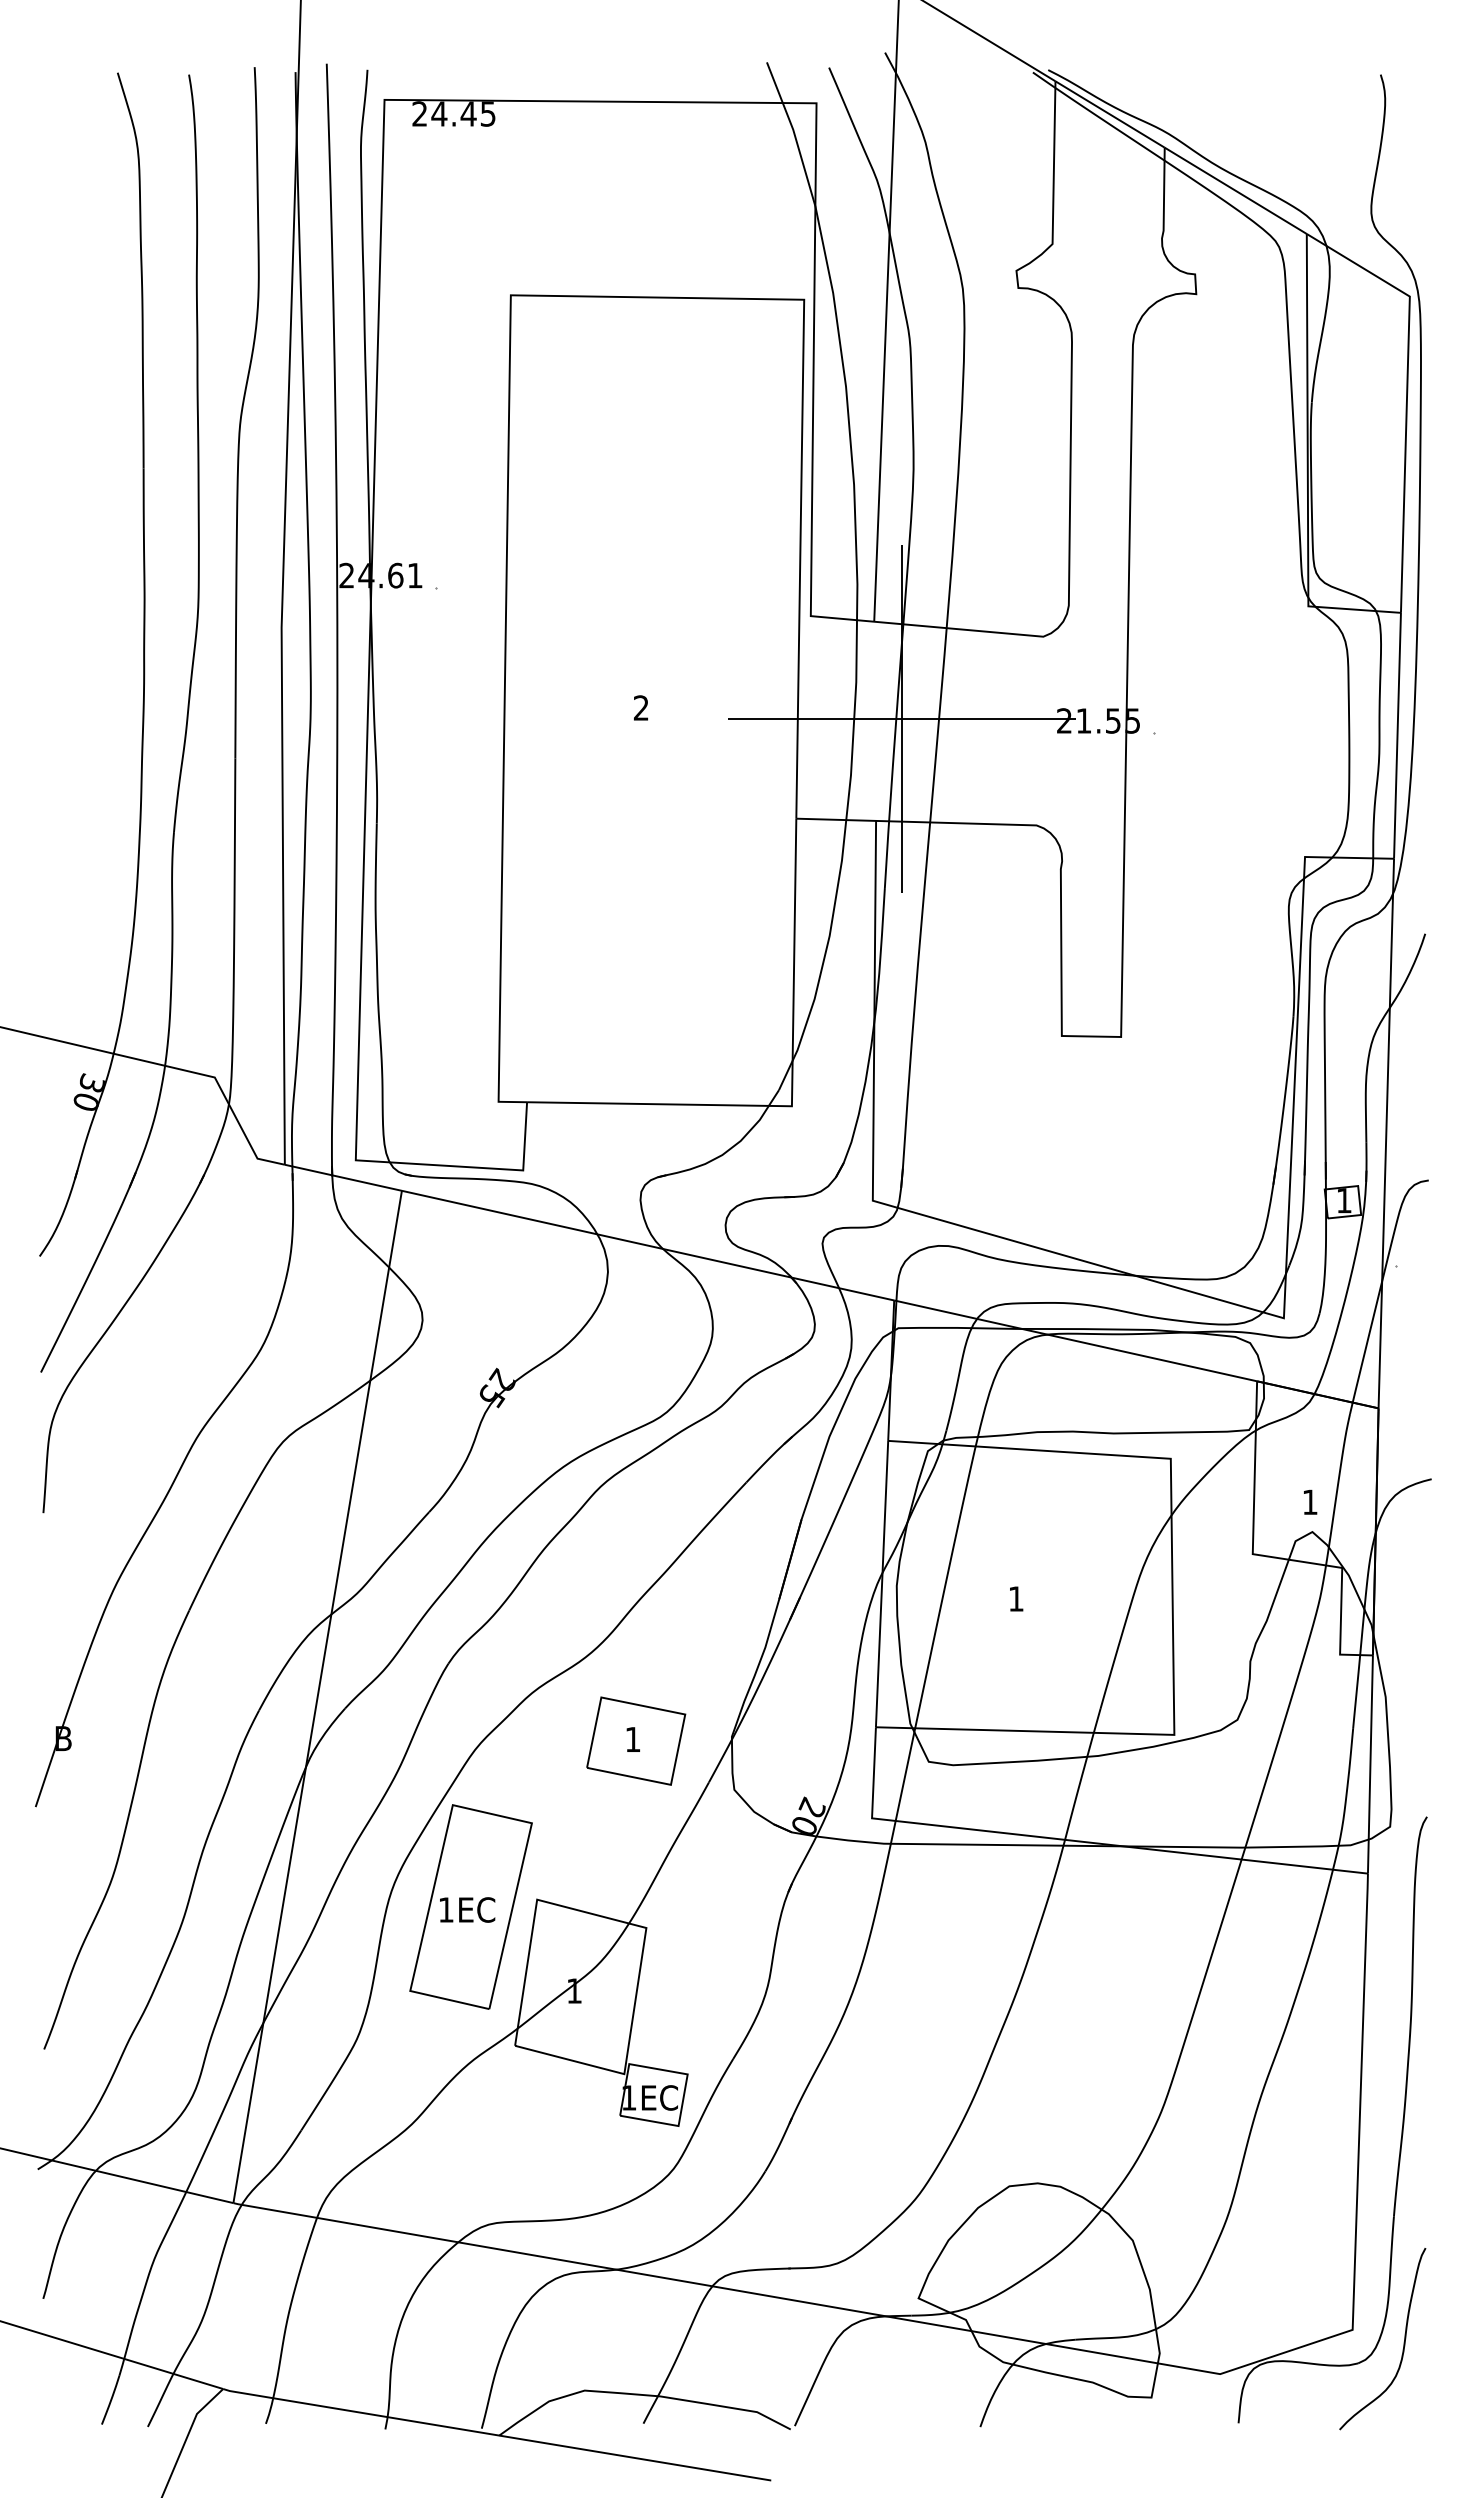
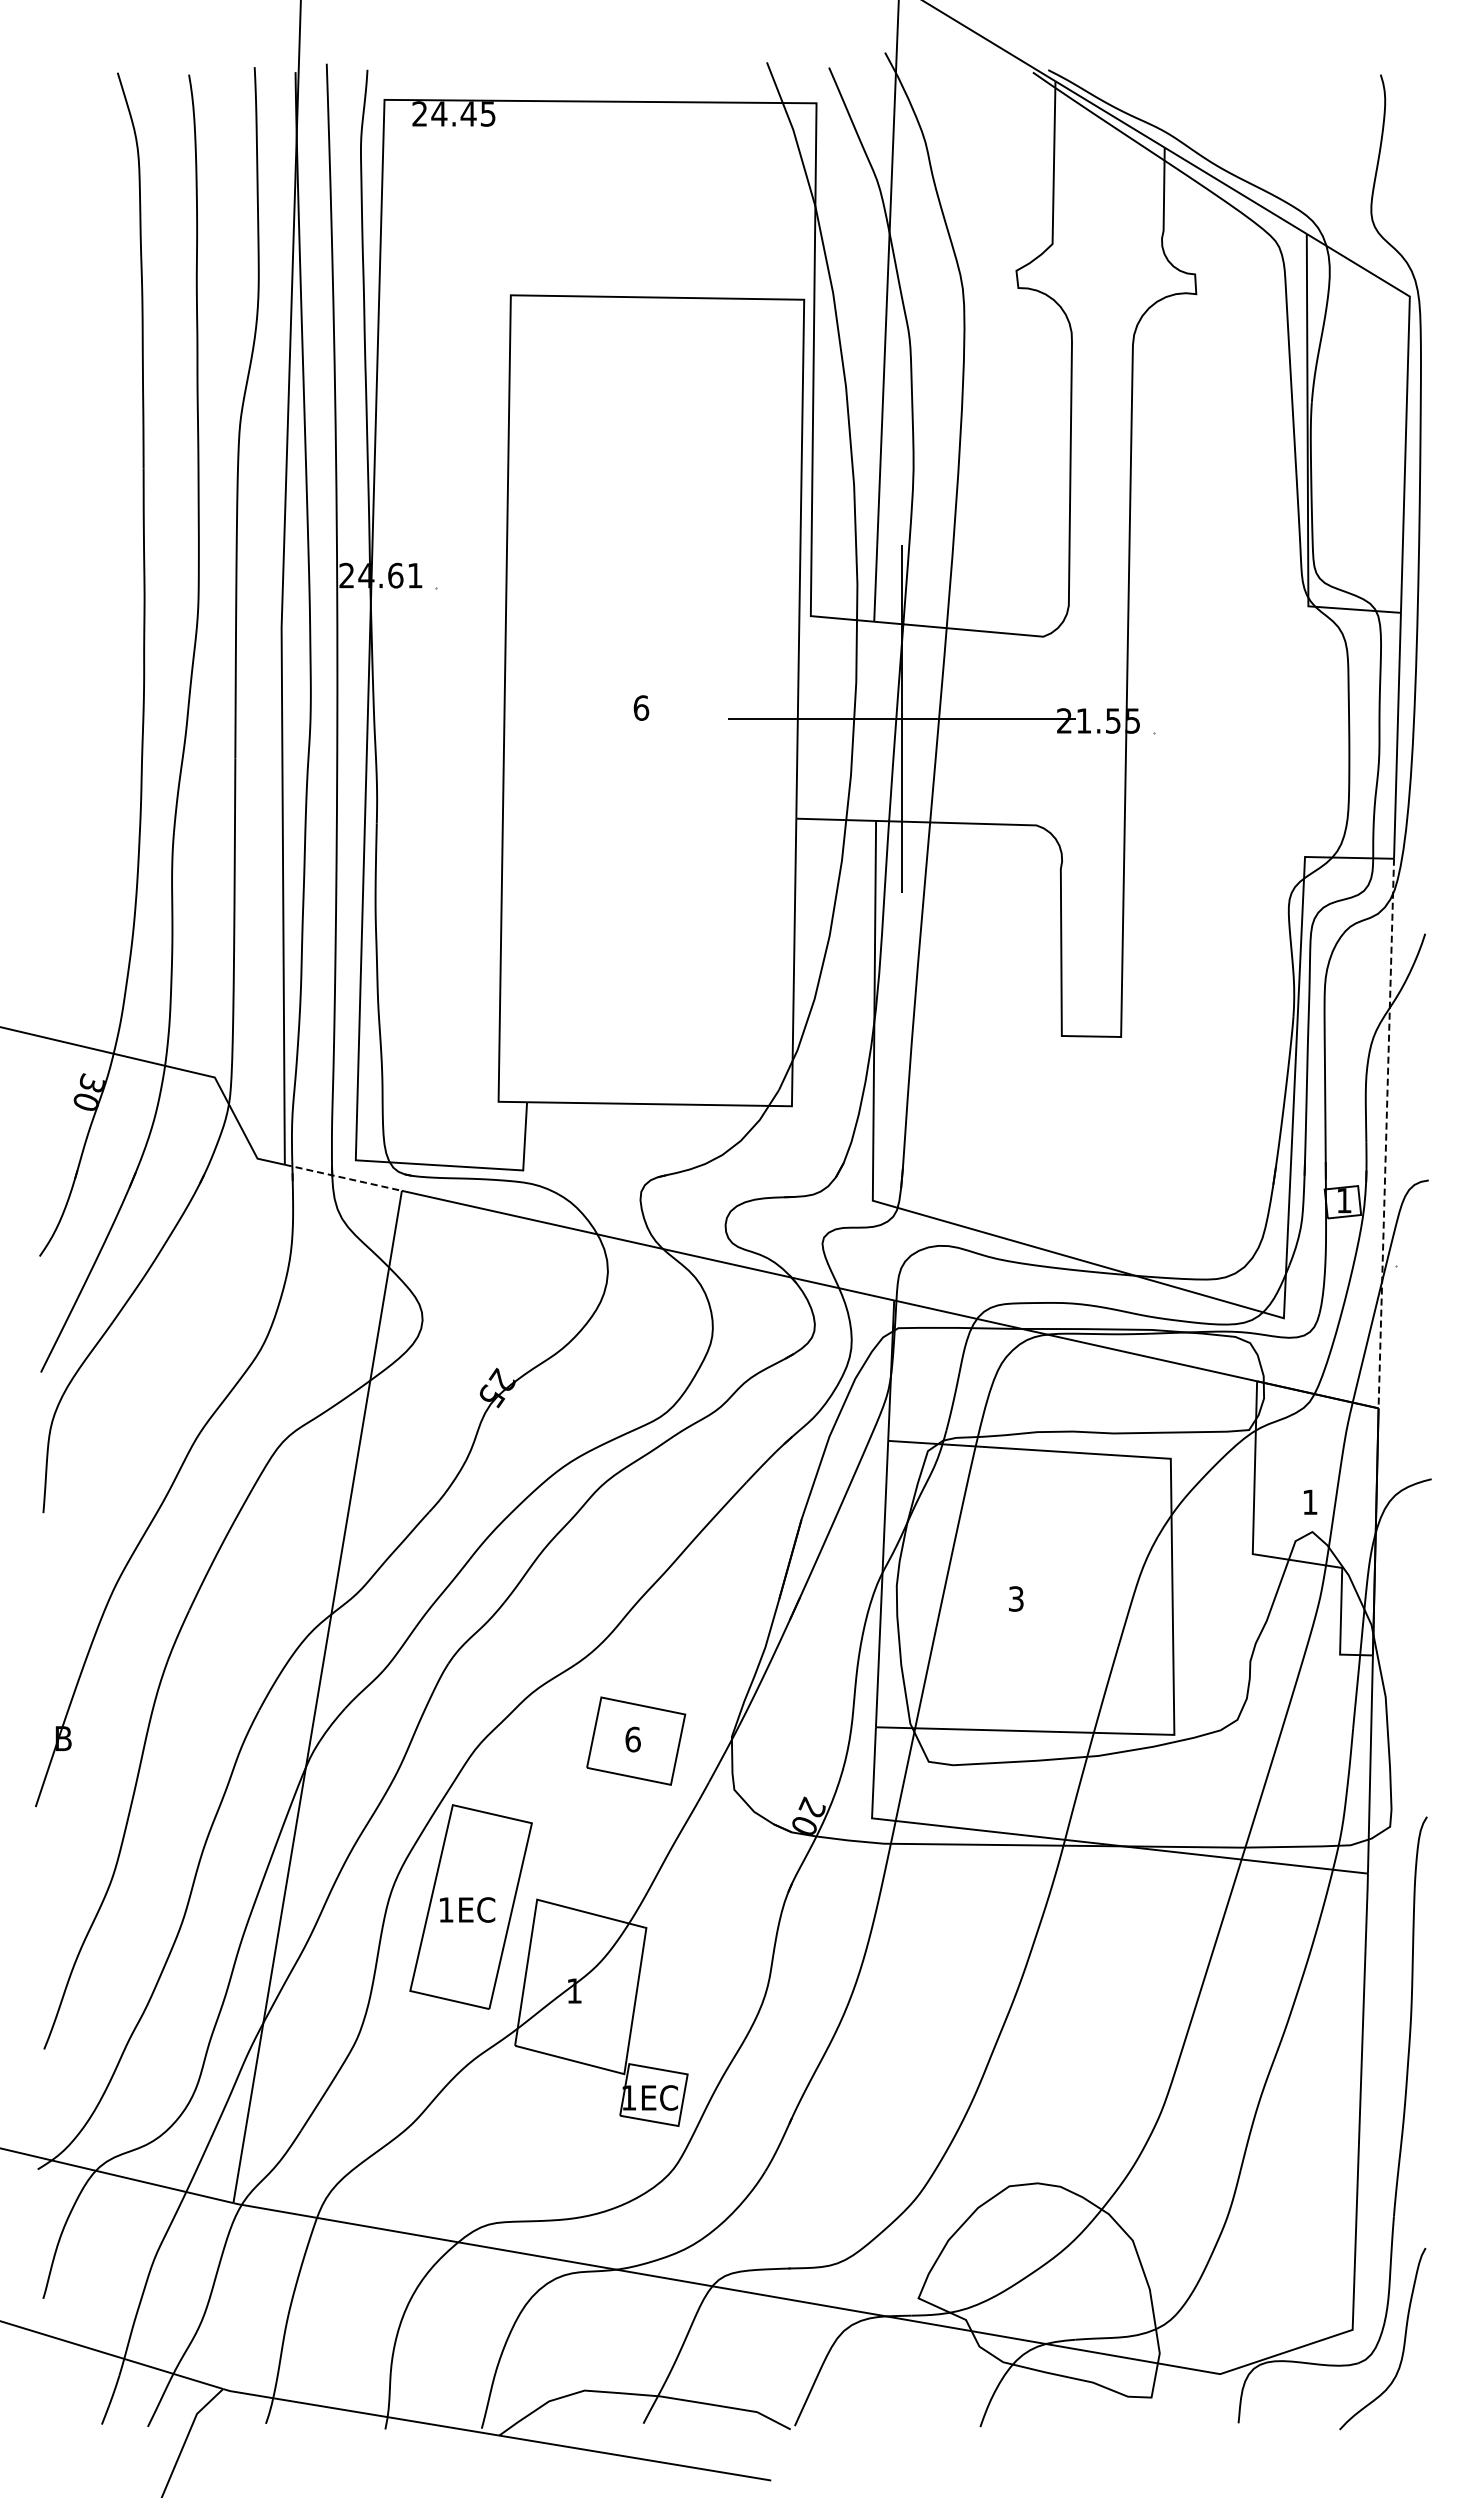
text at (641, 707): 2 -> 6
line at (1386, 1134): solid -> dashed
line at (343, 1177): solid -> dashed
text at (1016, 1598): 1 -> 3
text at (632, 1739): 1 -> 6
